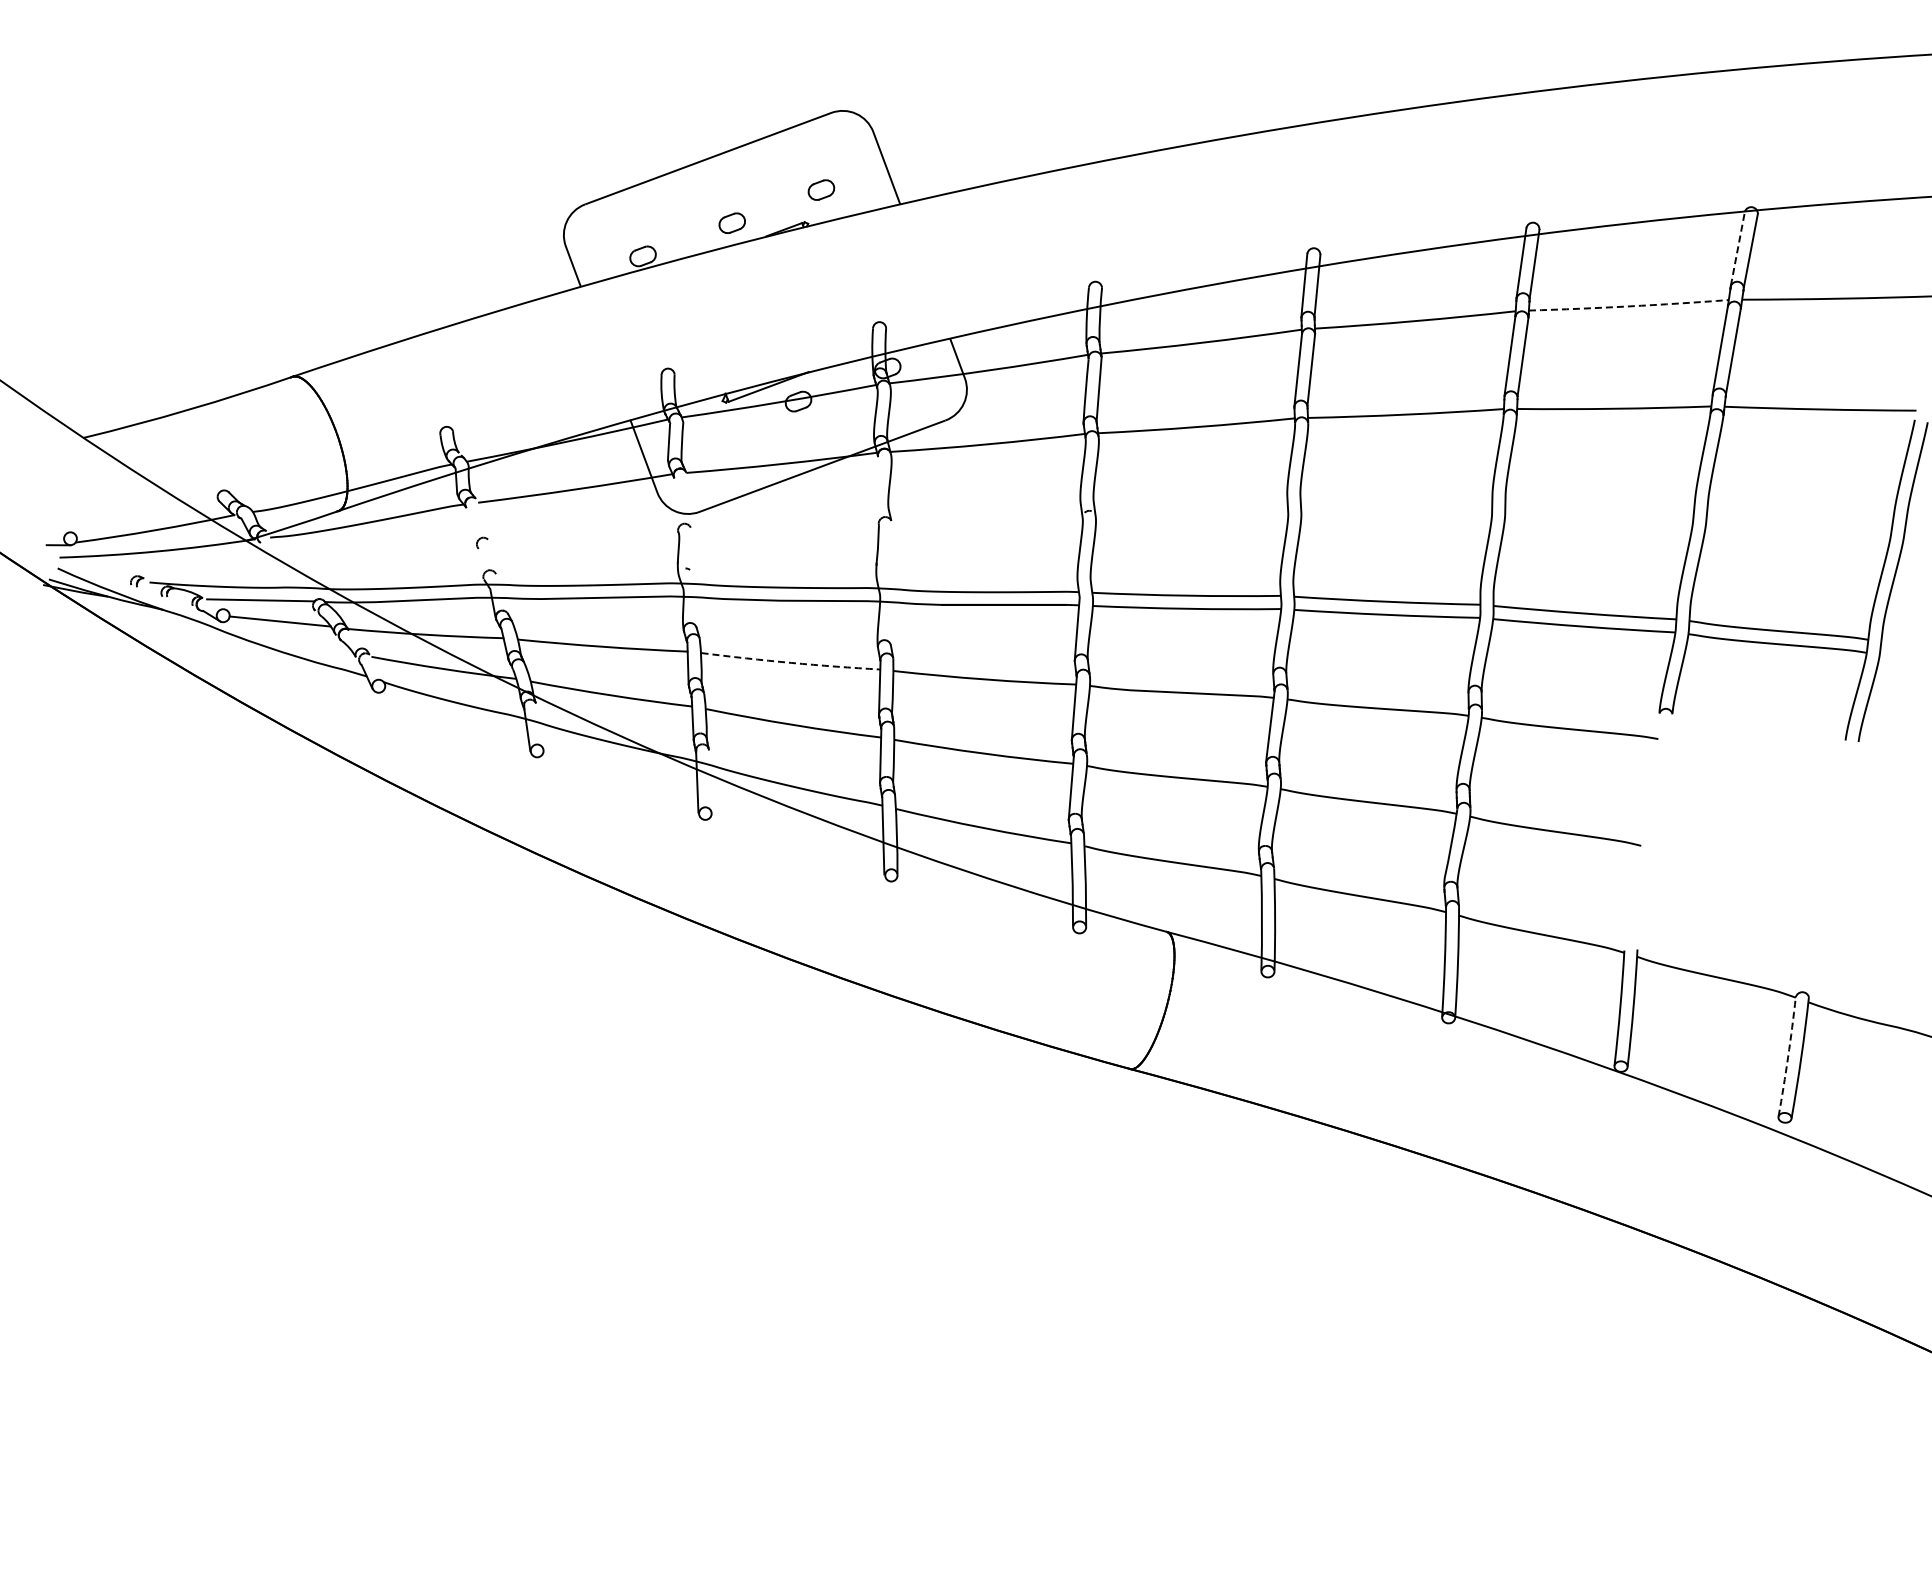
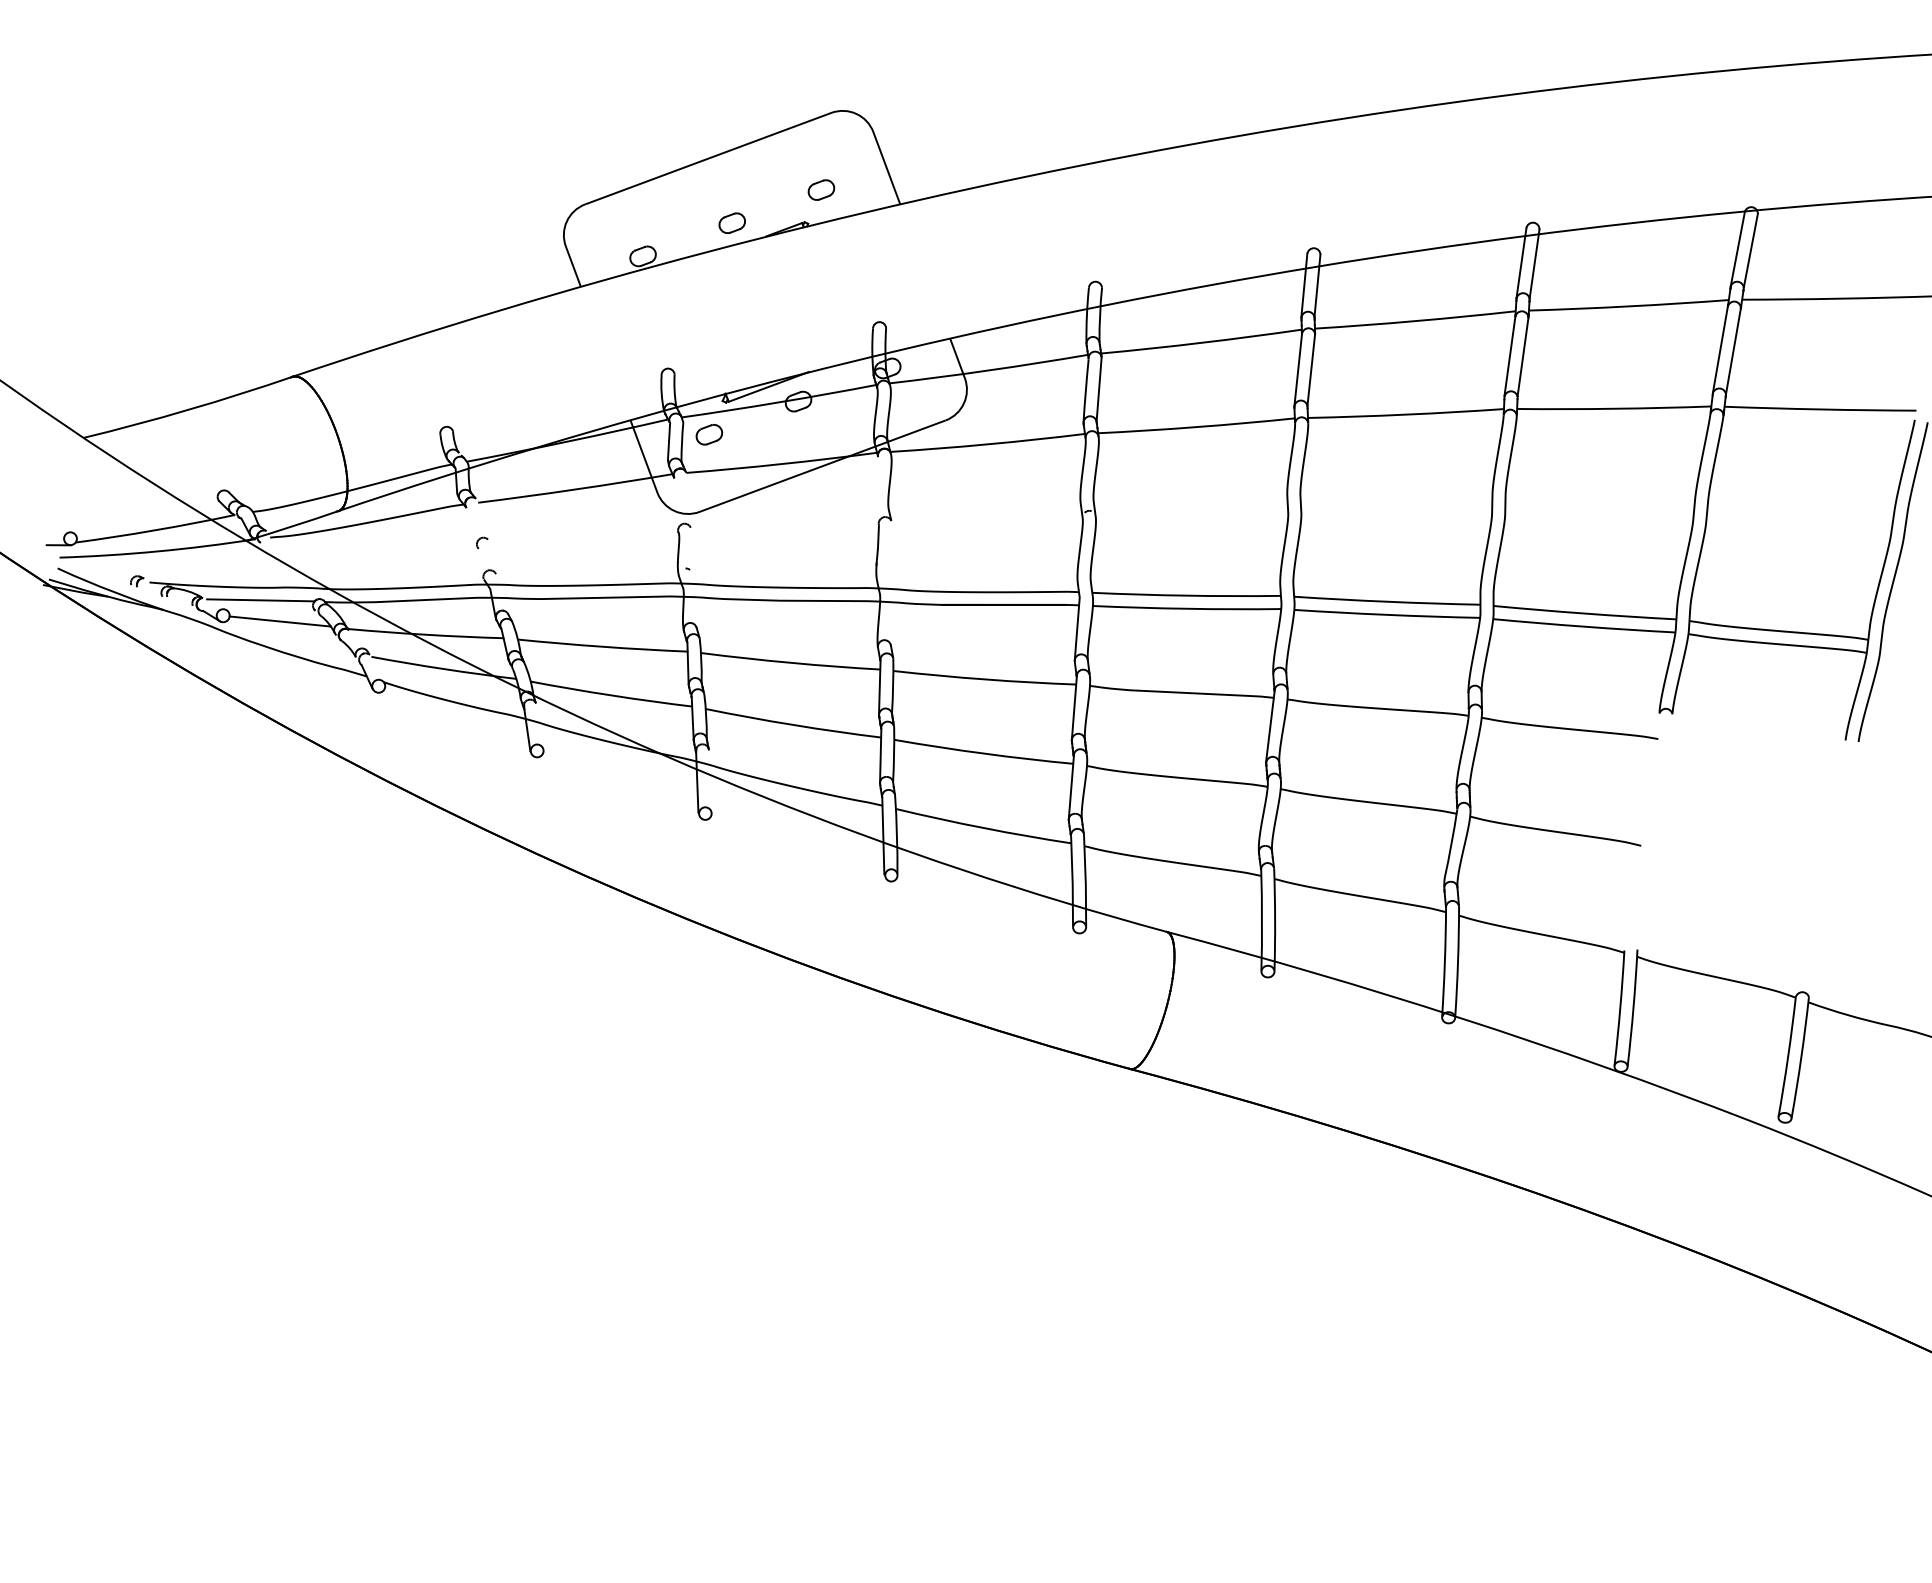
line at (1737, 248): dashed -> solid
arc at (1628, 306): dashed -> solid
part at (709, 434): none -> present
arc at (791, 662): dashed -> solid
arc at (1788, 1057): dashed -> solid
